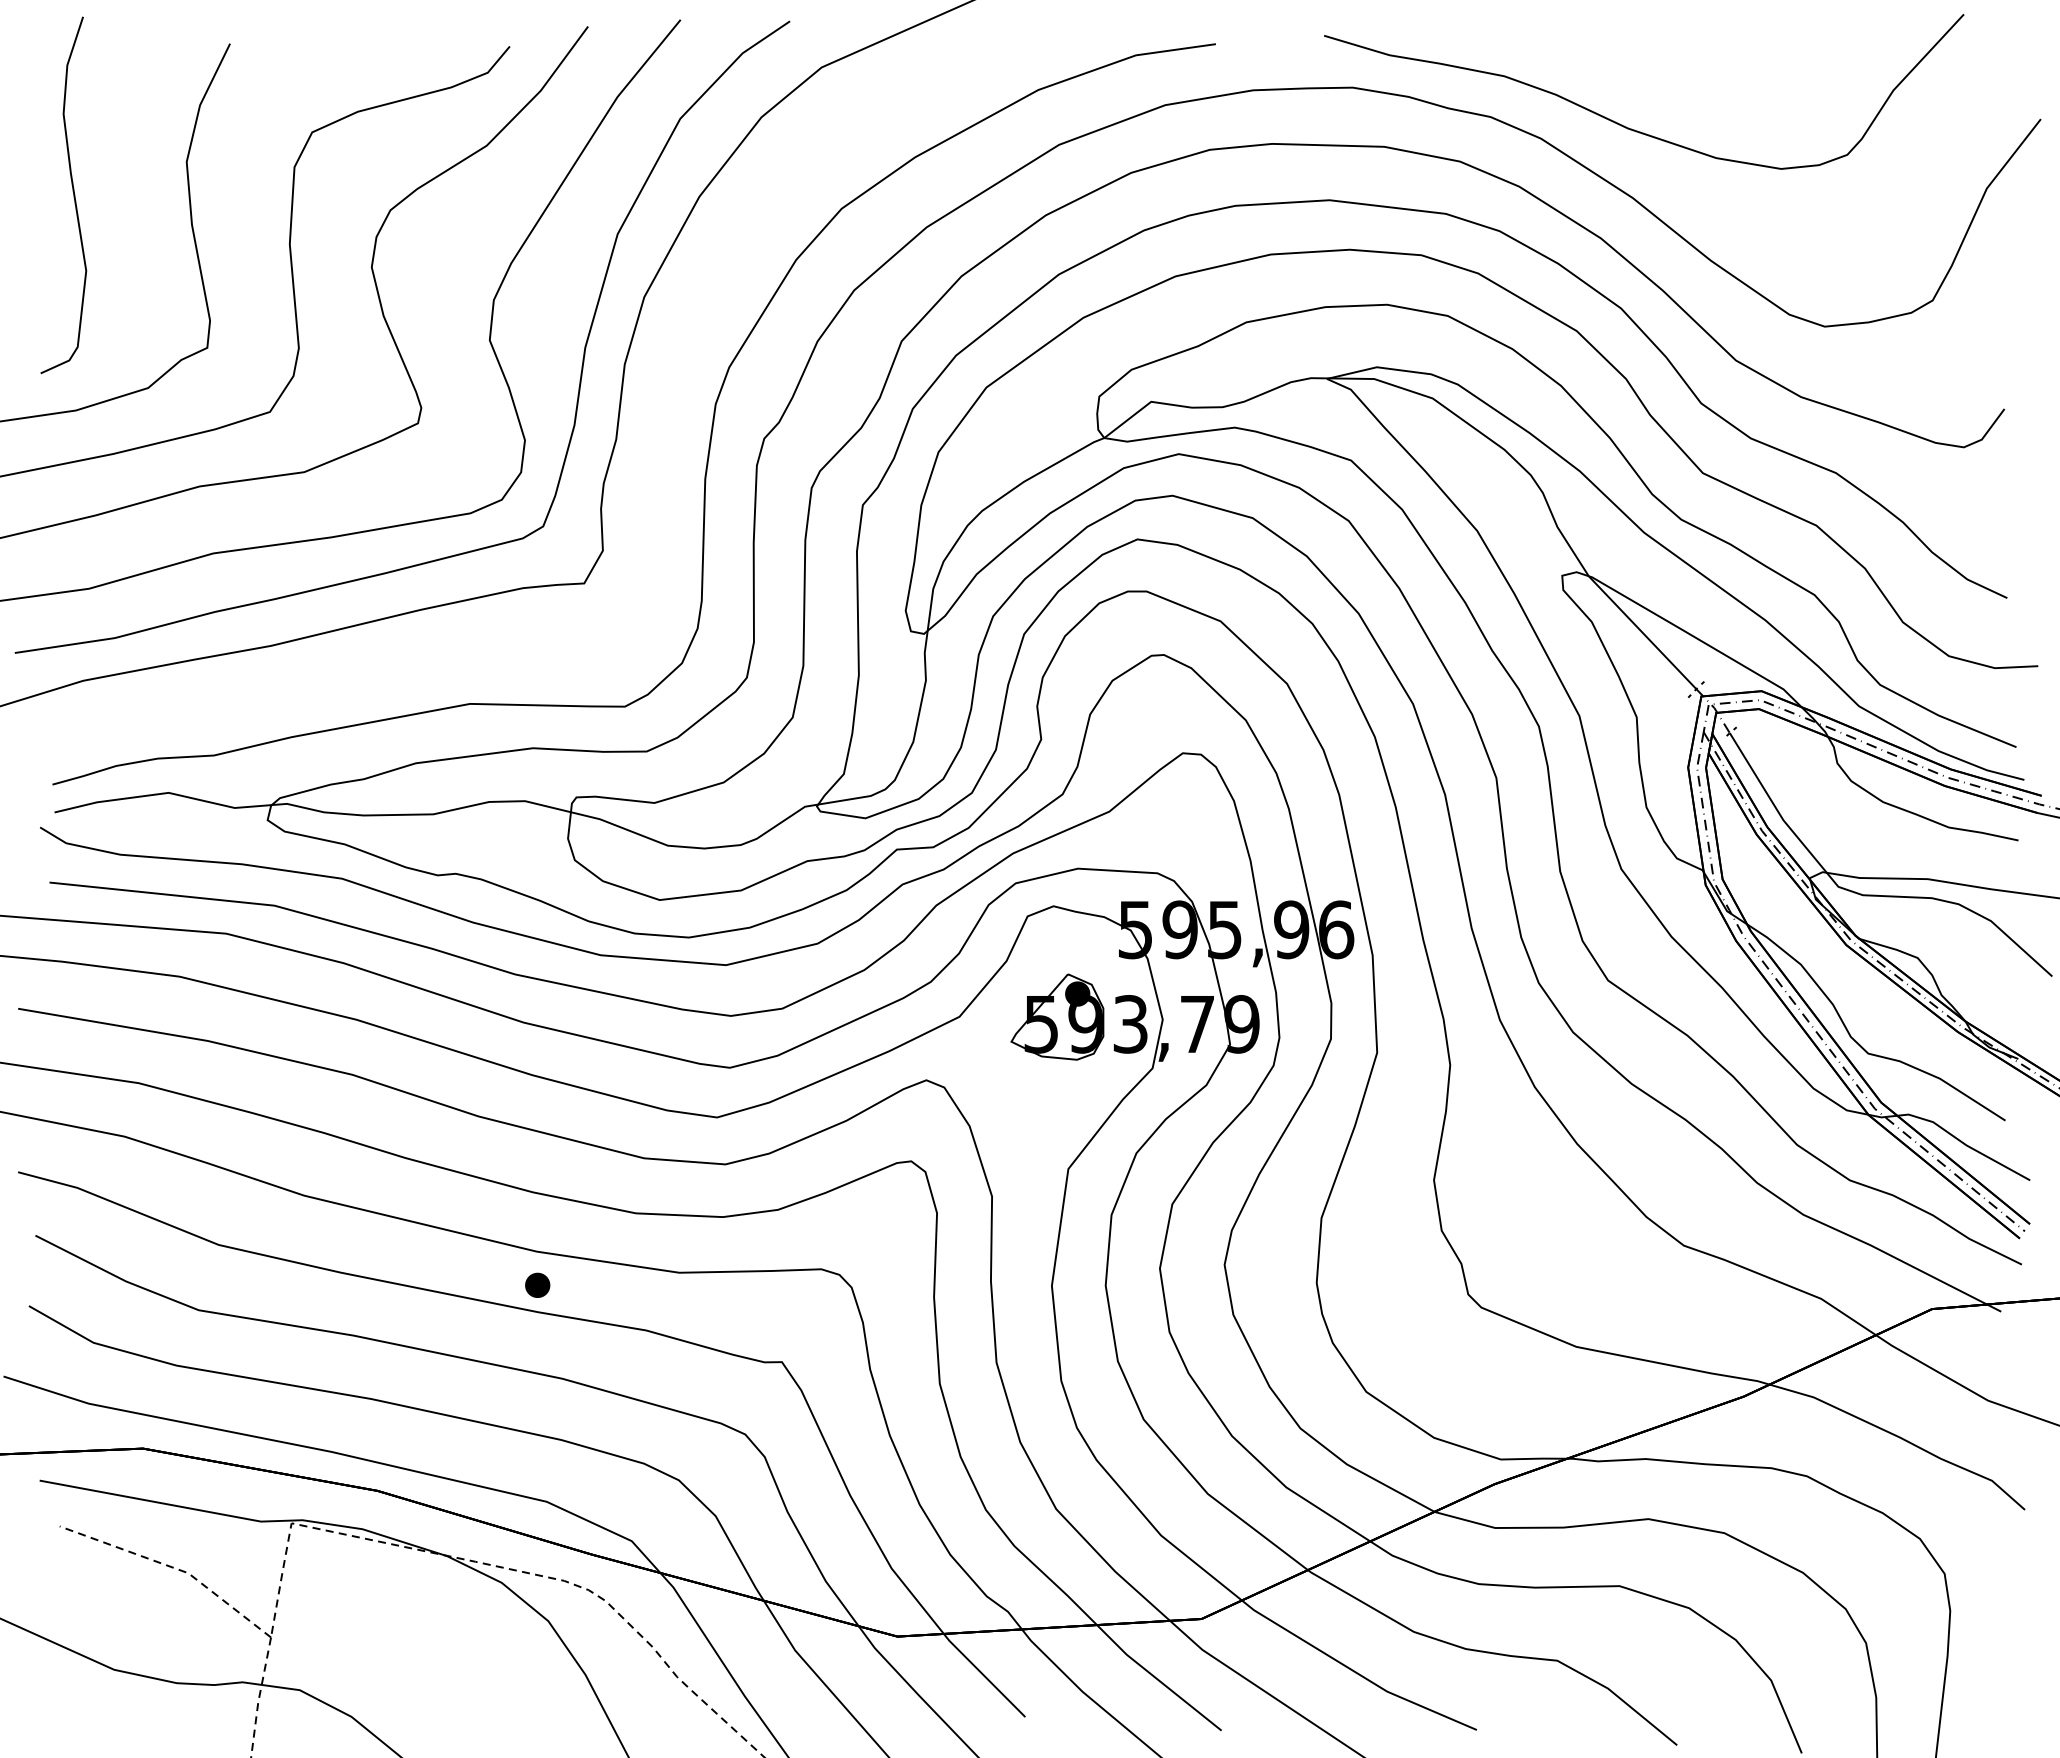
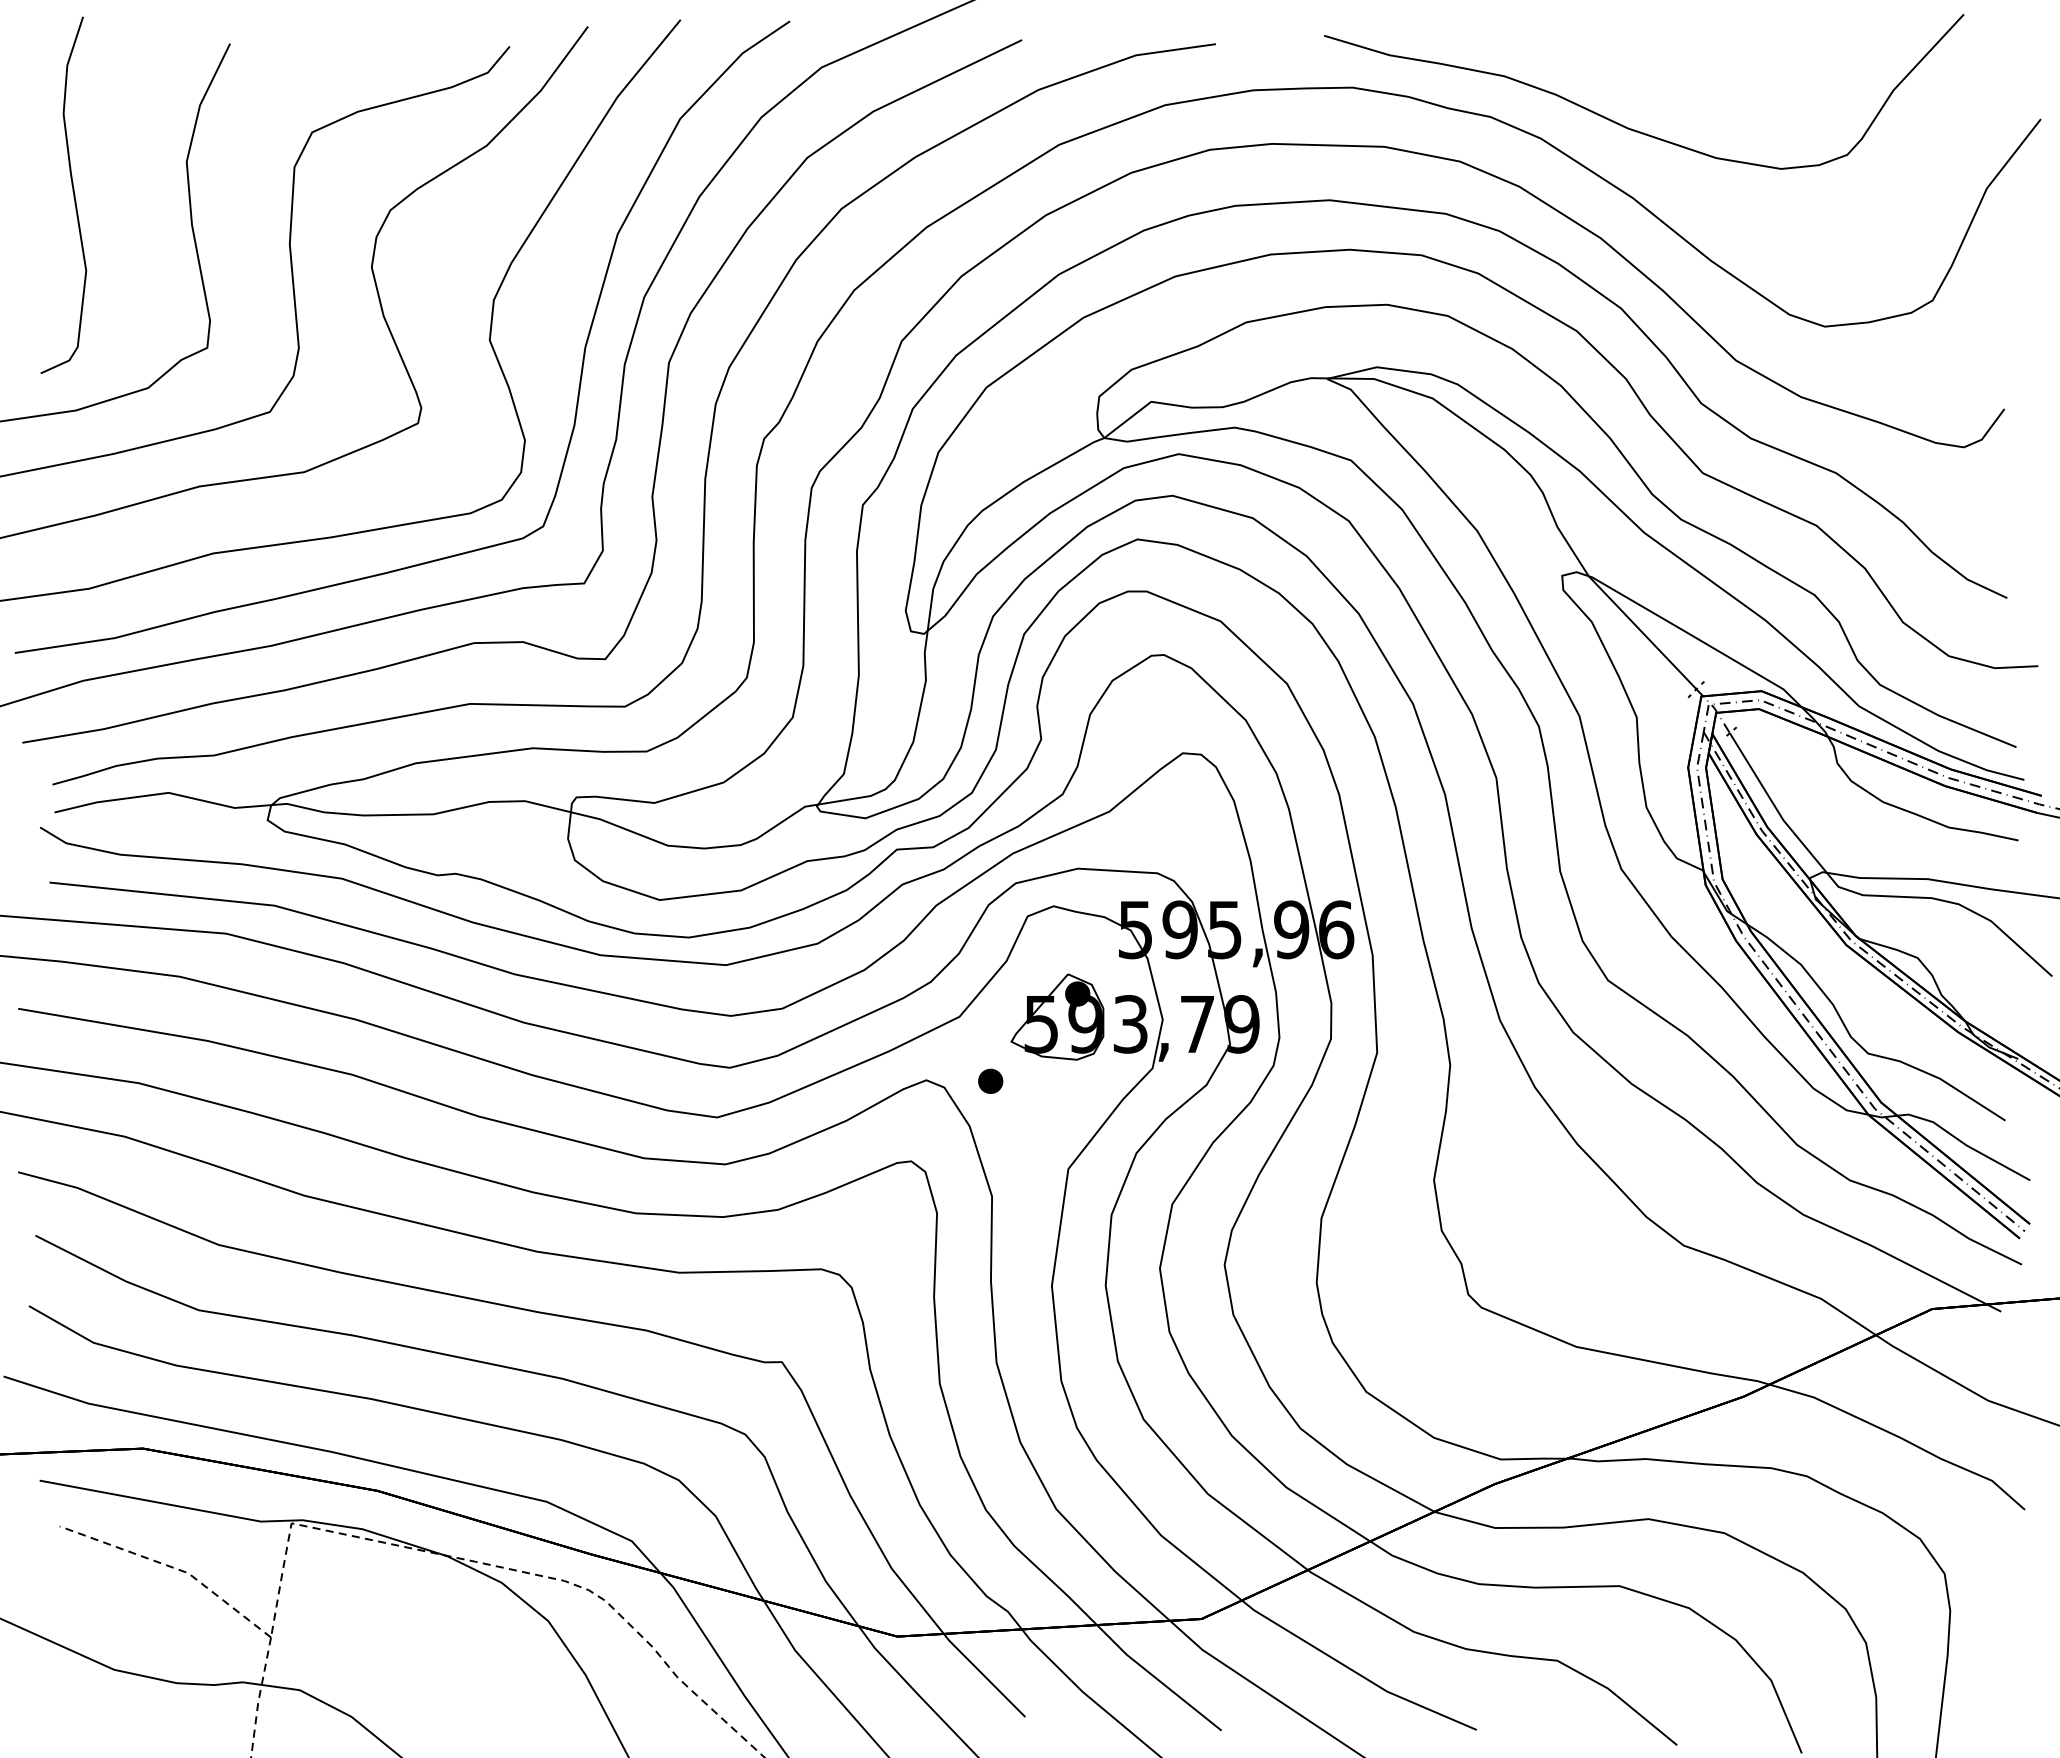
curve at (663, 402): none -> present
part at (537, 1284) position: (537, 1284) -> (990, 1080)
